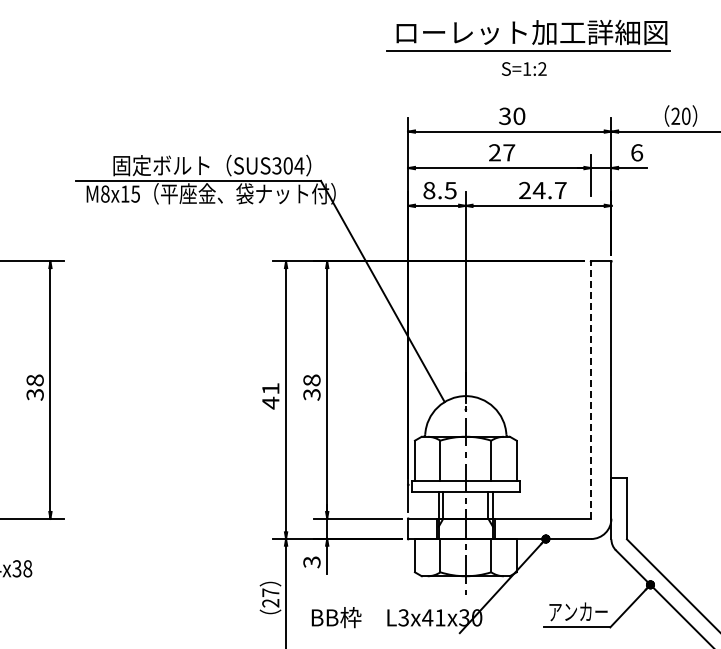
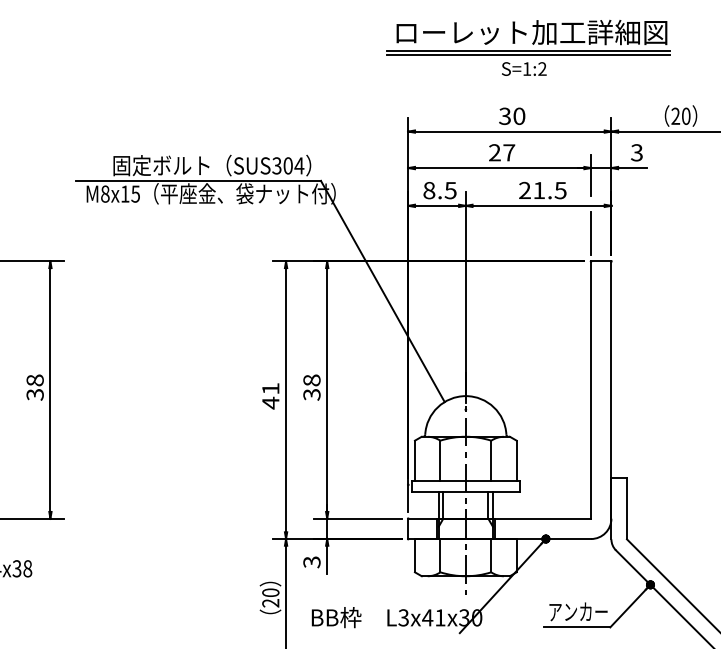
line at (528, 54): none -> present
text at (637, 152): 6 -> 3
text at (549, 190): 24.7 -> 21.5
line at (591, 233): none -> present
line at (591, 390): dashed -> solid
text at (270, 592): 27 -> 20
